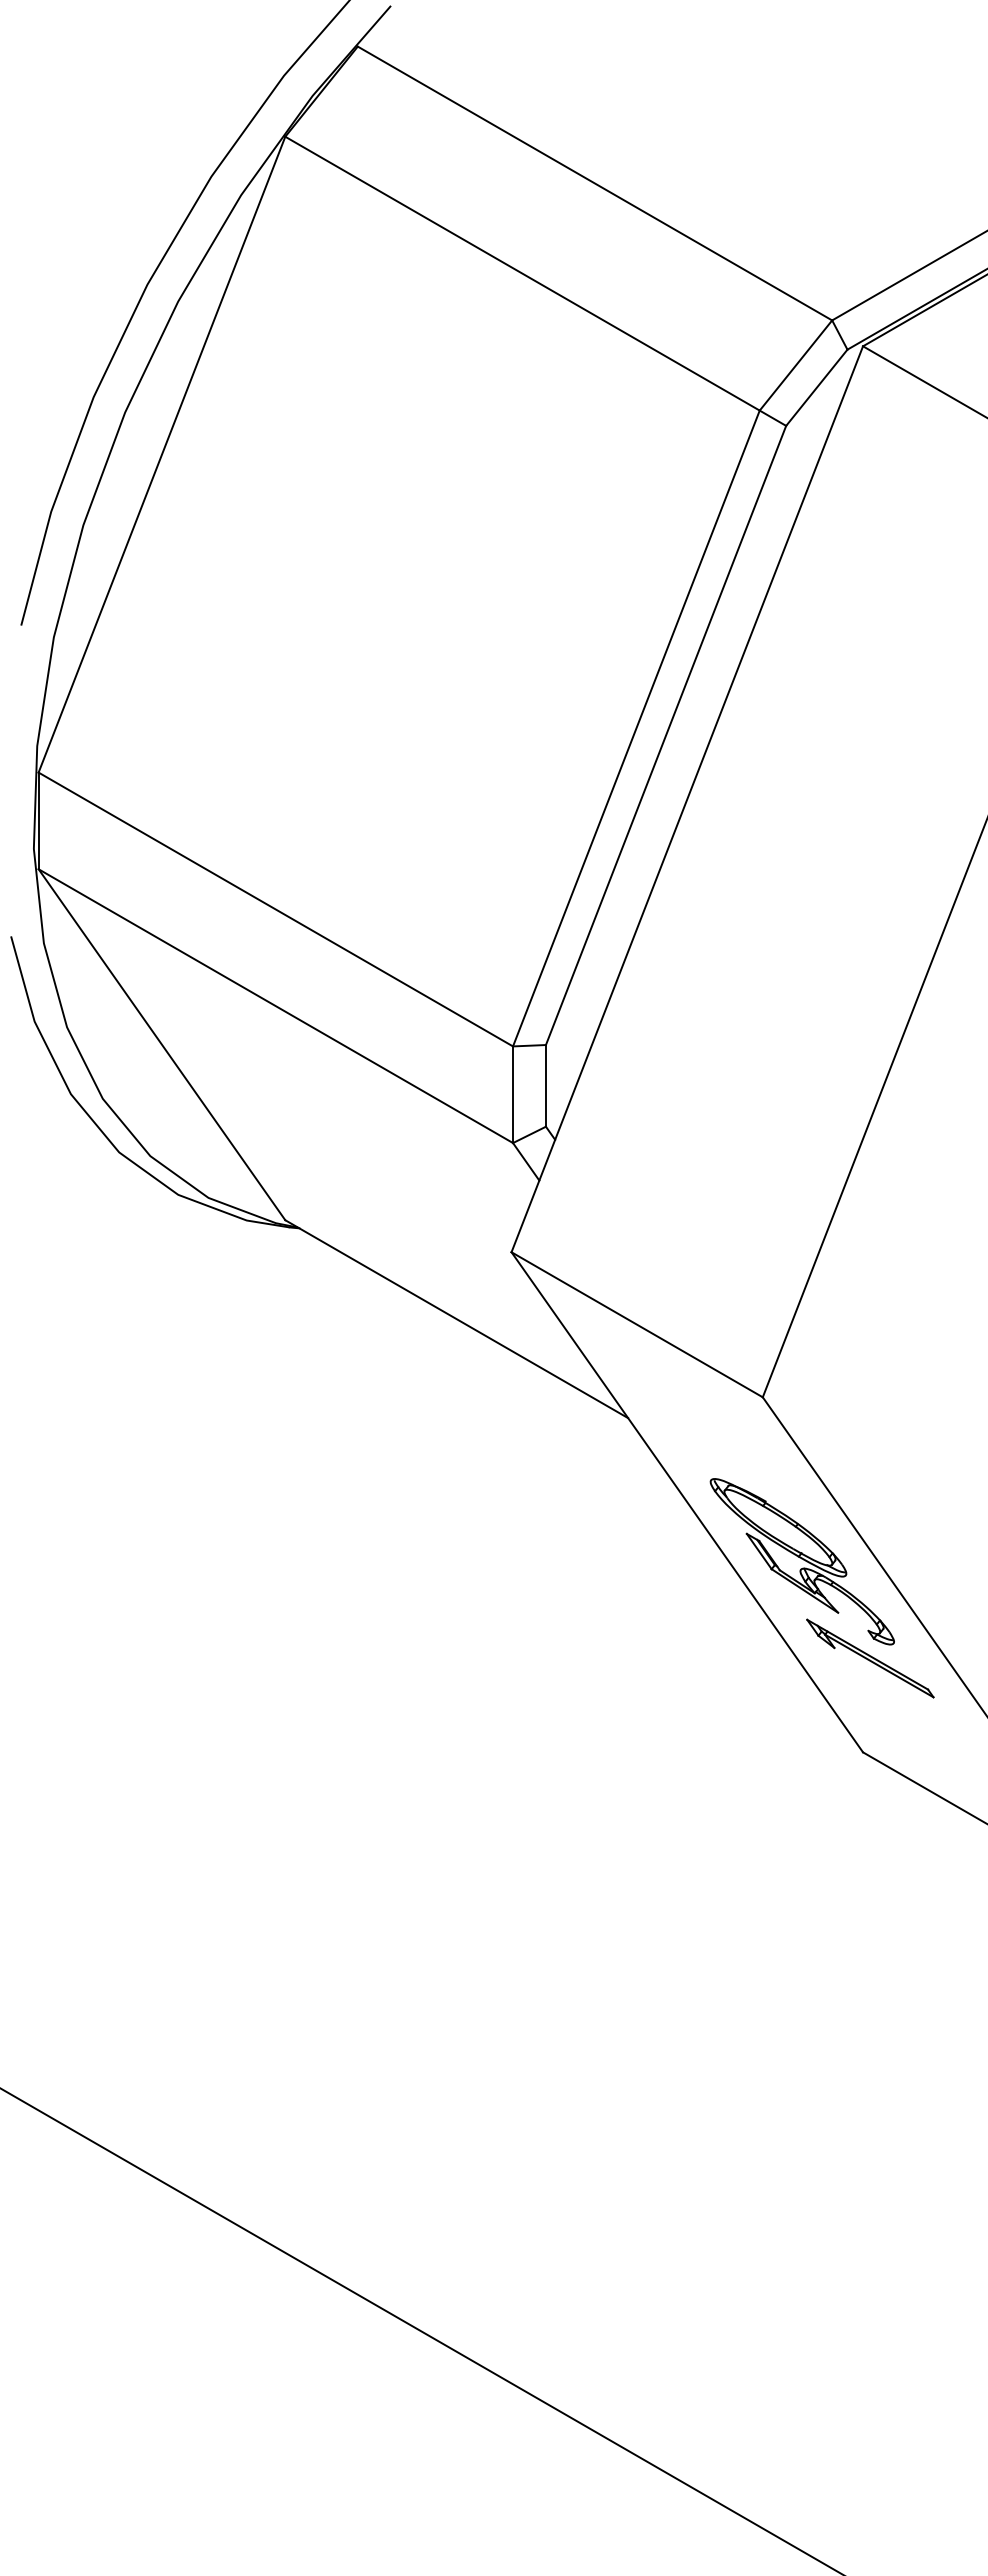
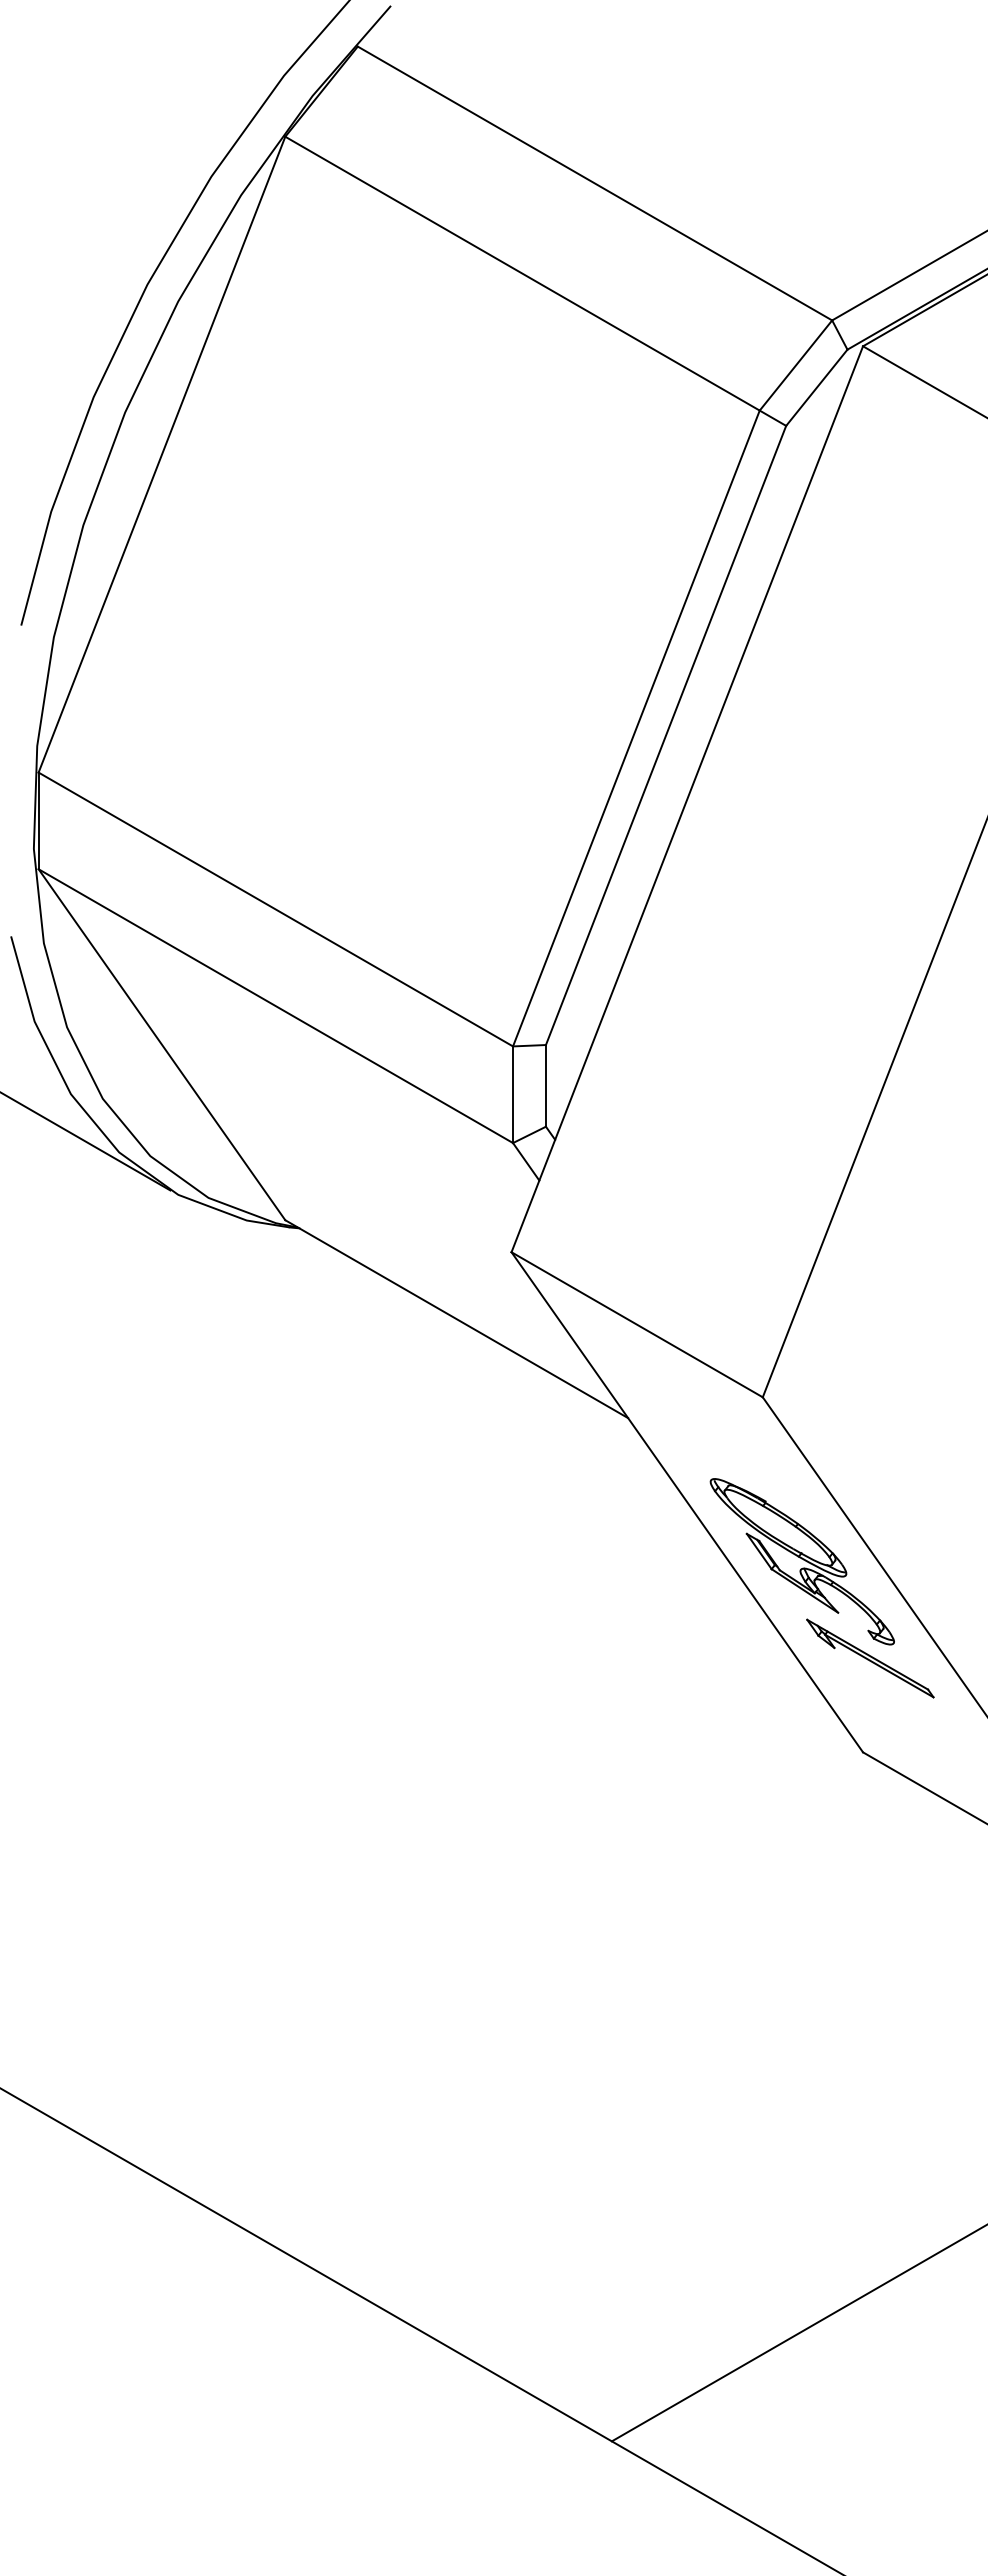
line at (86, 1141): none -> present
line at (797, 2333): none -> present
